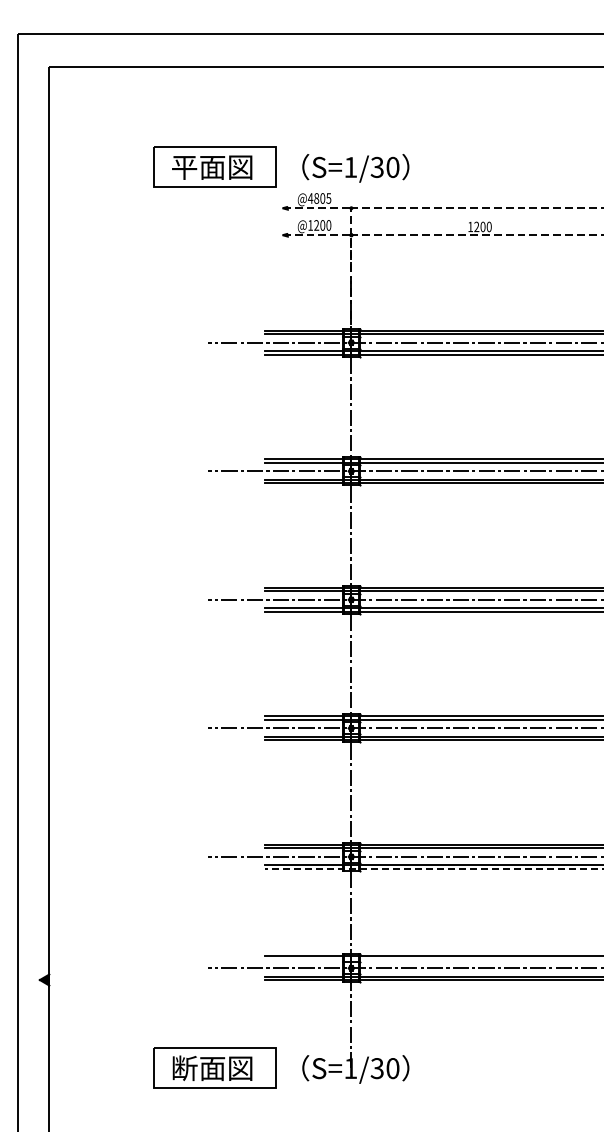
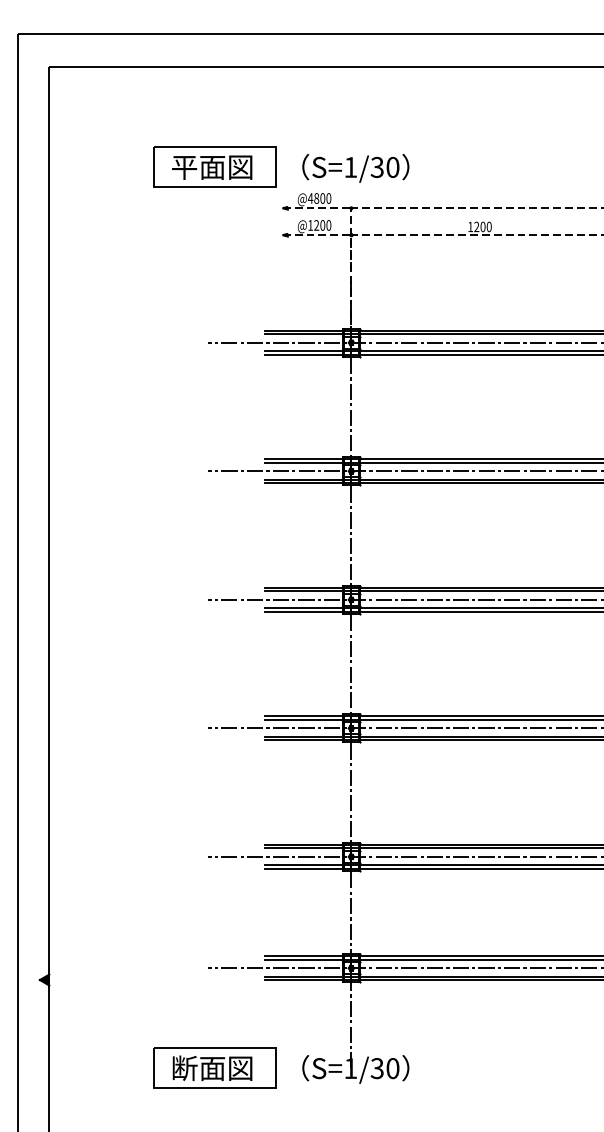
text at (328, 198): @4805 -> @4800
line at (434, 869): dashed -> solid
line at (432, 959): none -> present
